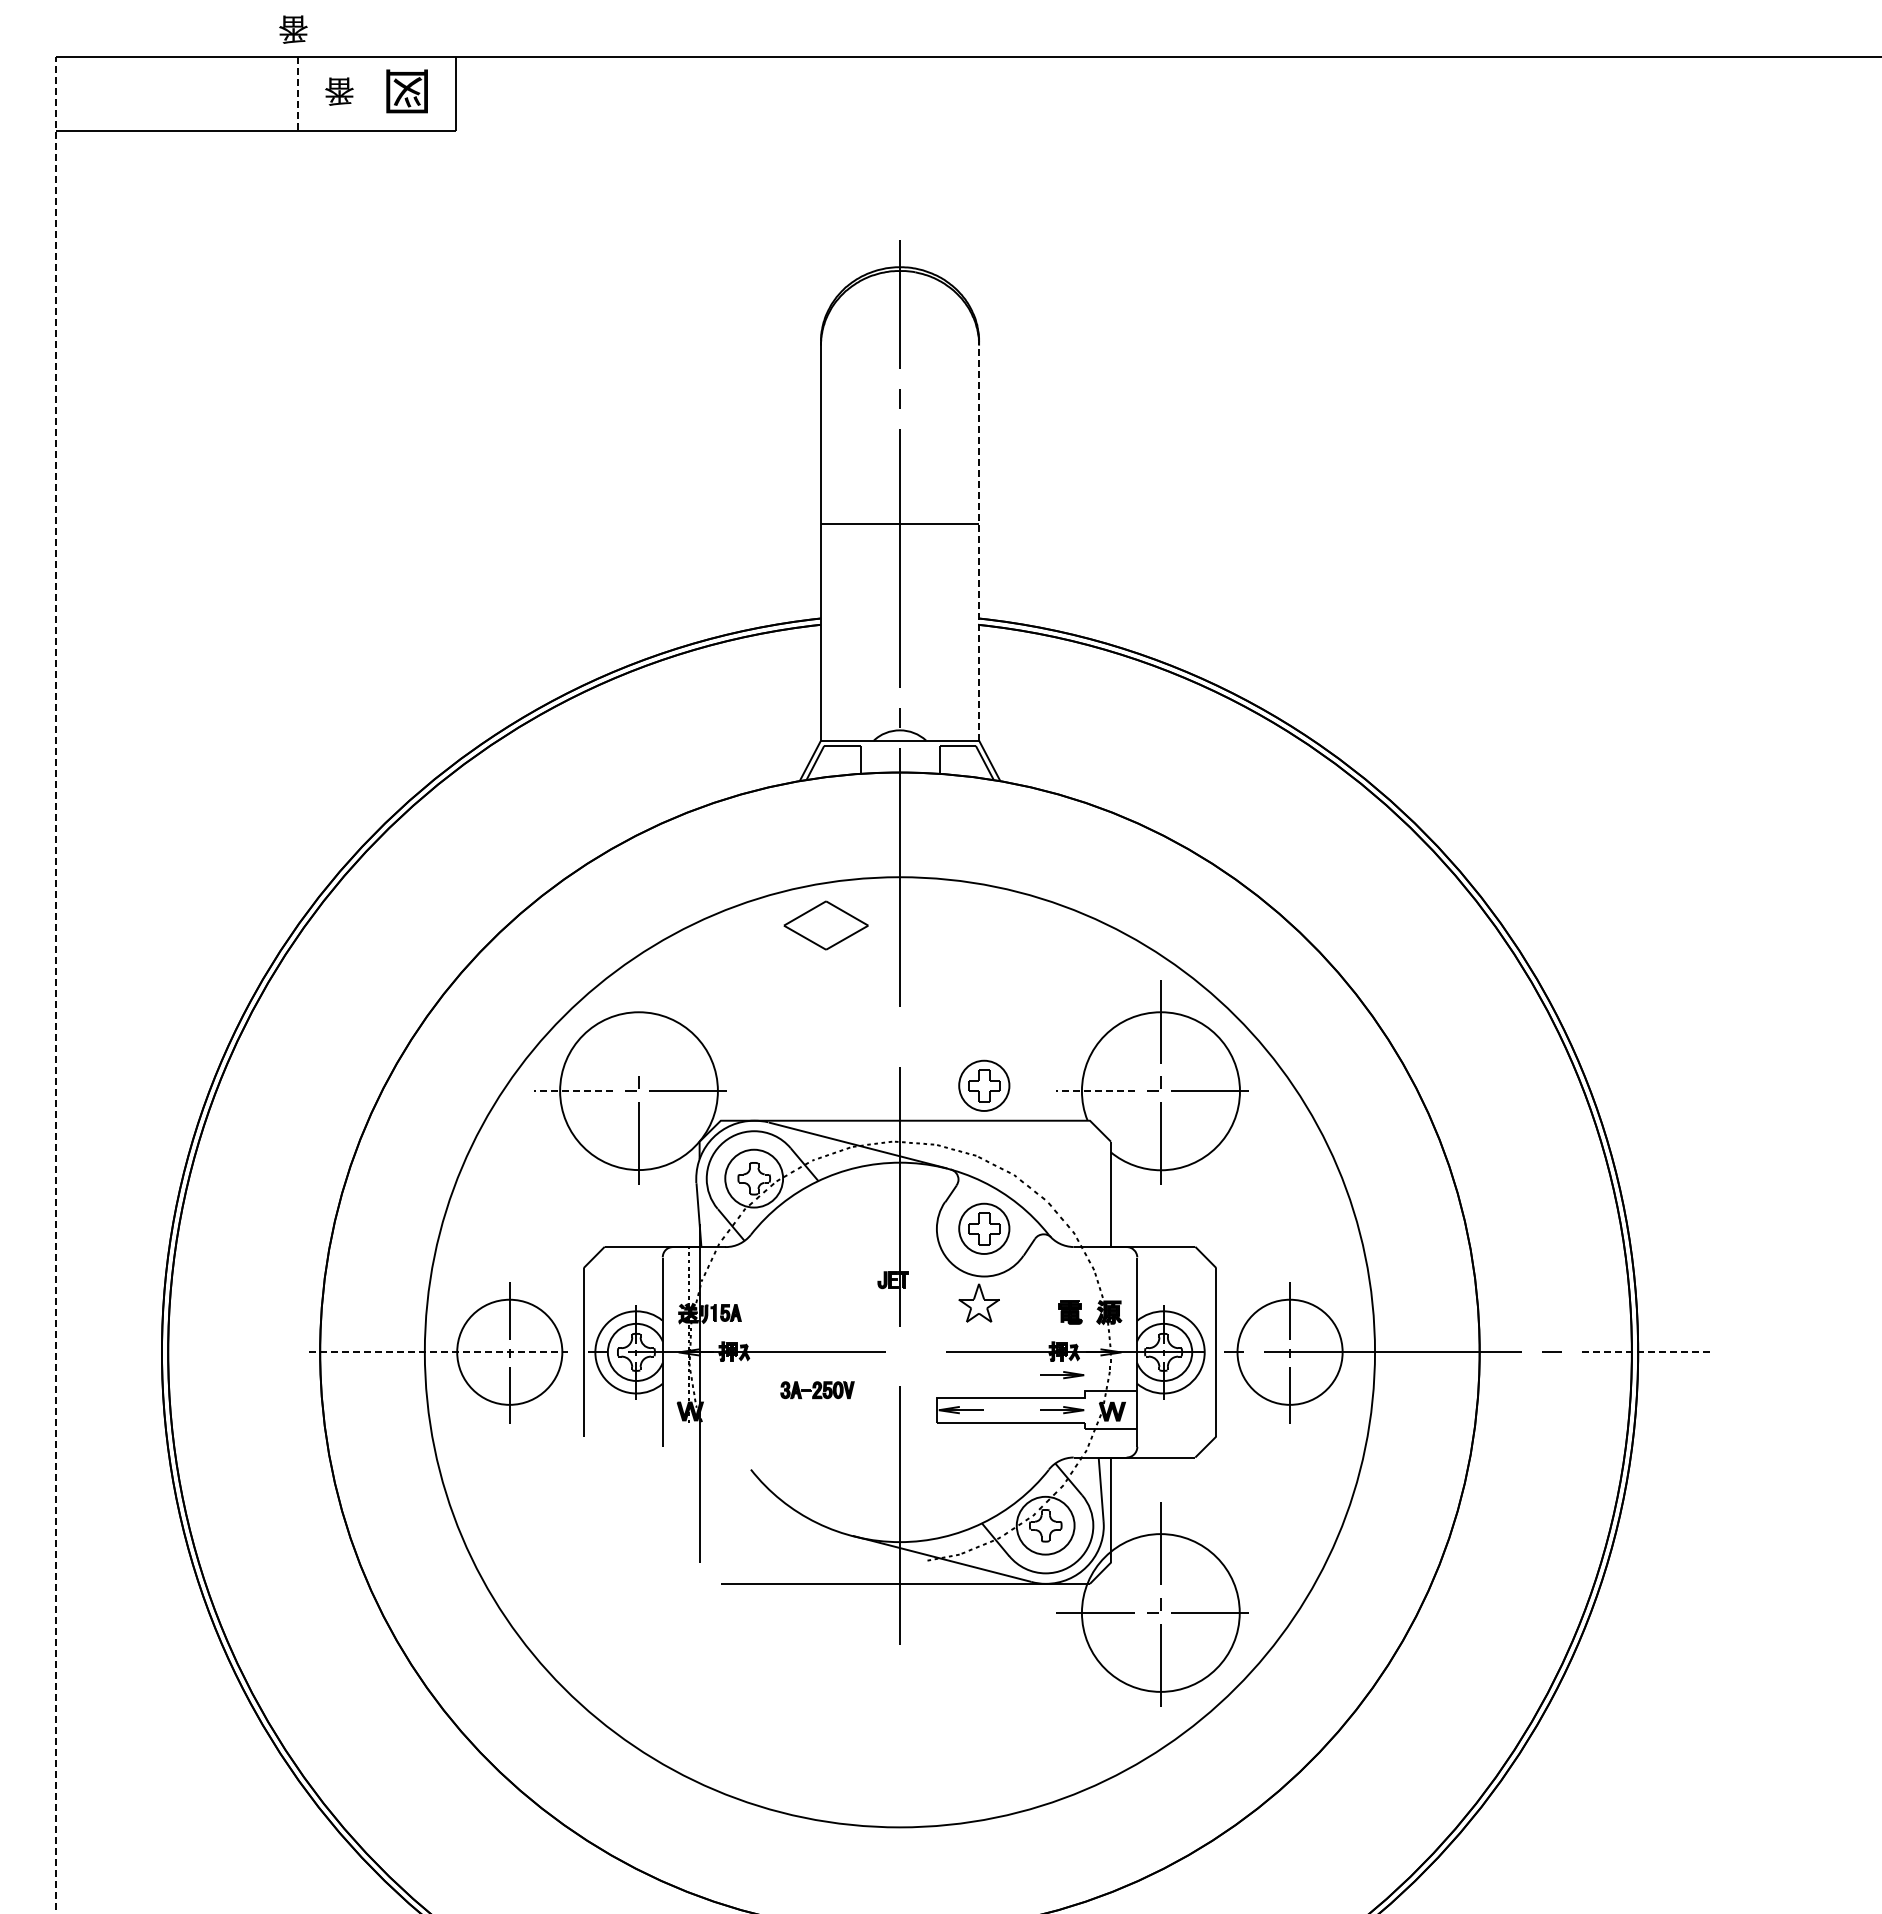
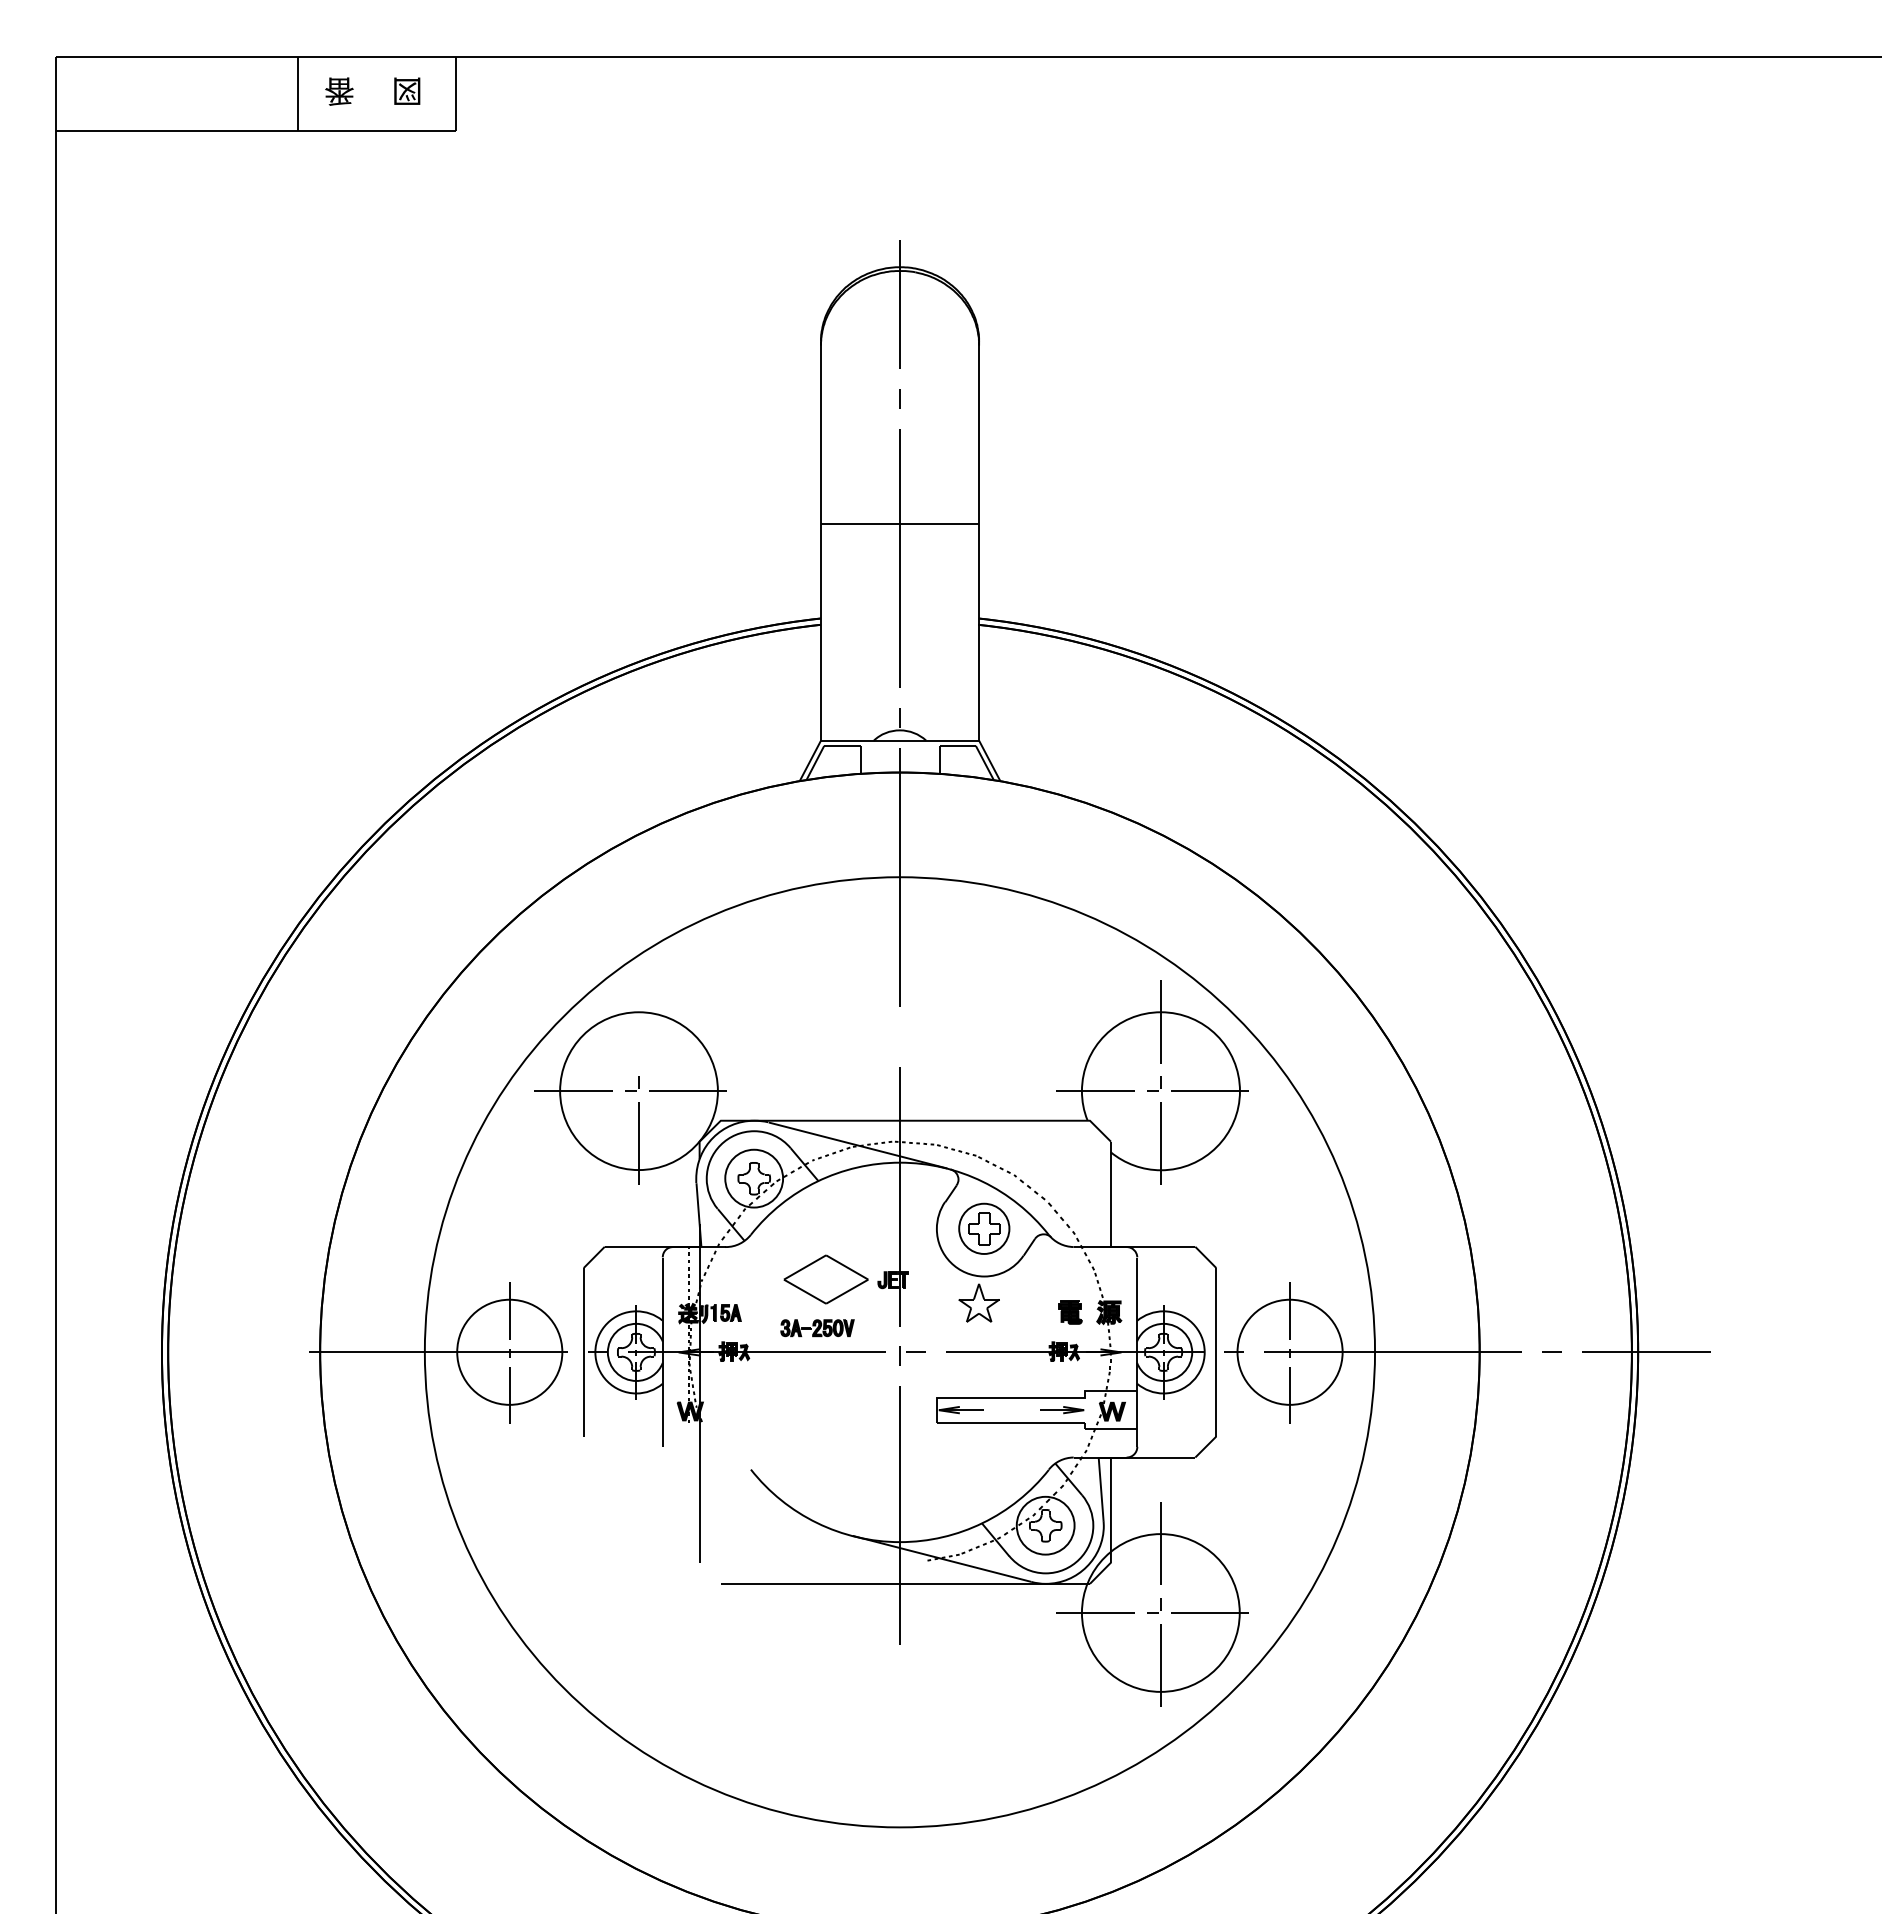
part at (293, 29): present -> none
part at (406, 91) size: 42x45 px -> 27x28 px
line at (298, 94): dashed -> solid
line at (979, 540): dashed -> solid
part at (825, 925) position: (825, 925) -> (825, 1279)
line at (56, 985): dashed -> solid
part at (984, 1085): present -> none
line at (572, 1091): dashed -> solid
line at (1094, 1091): dashed -> solid
line at (439, 1352): dashed -> solid
line at (1646, 1352): dashed -> solid
part at (912, 1355): none -> present
part at (1062, 1375): present -> none
part at (817, 1390) position: (817, 1390) -> (817, 1328)
